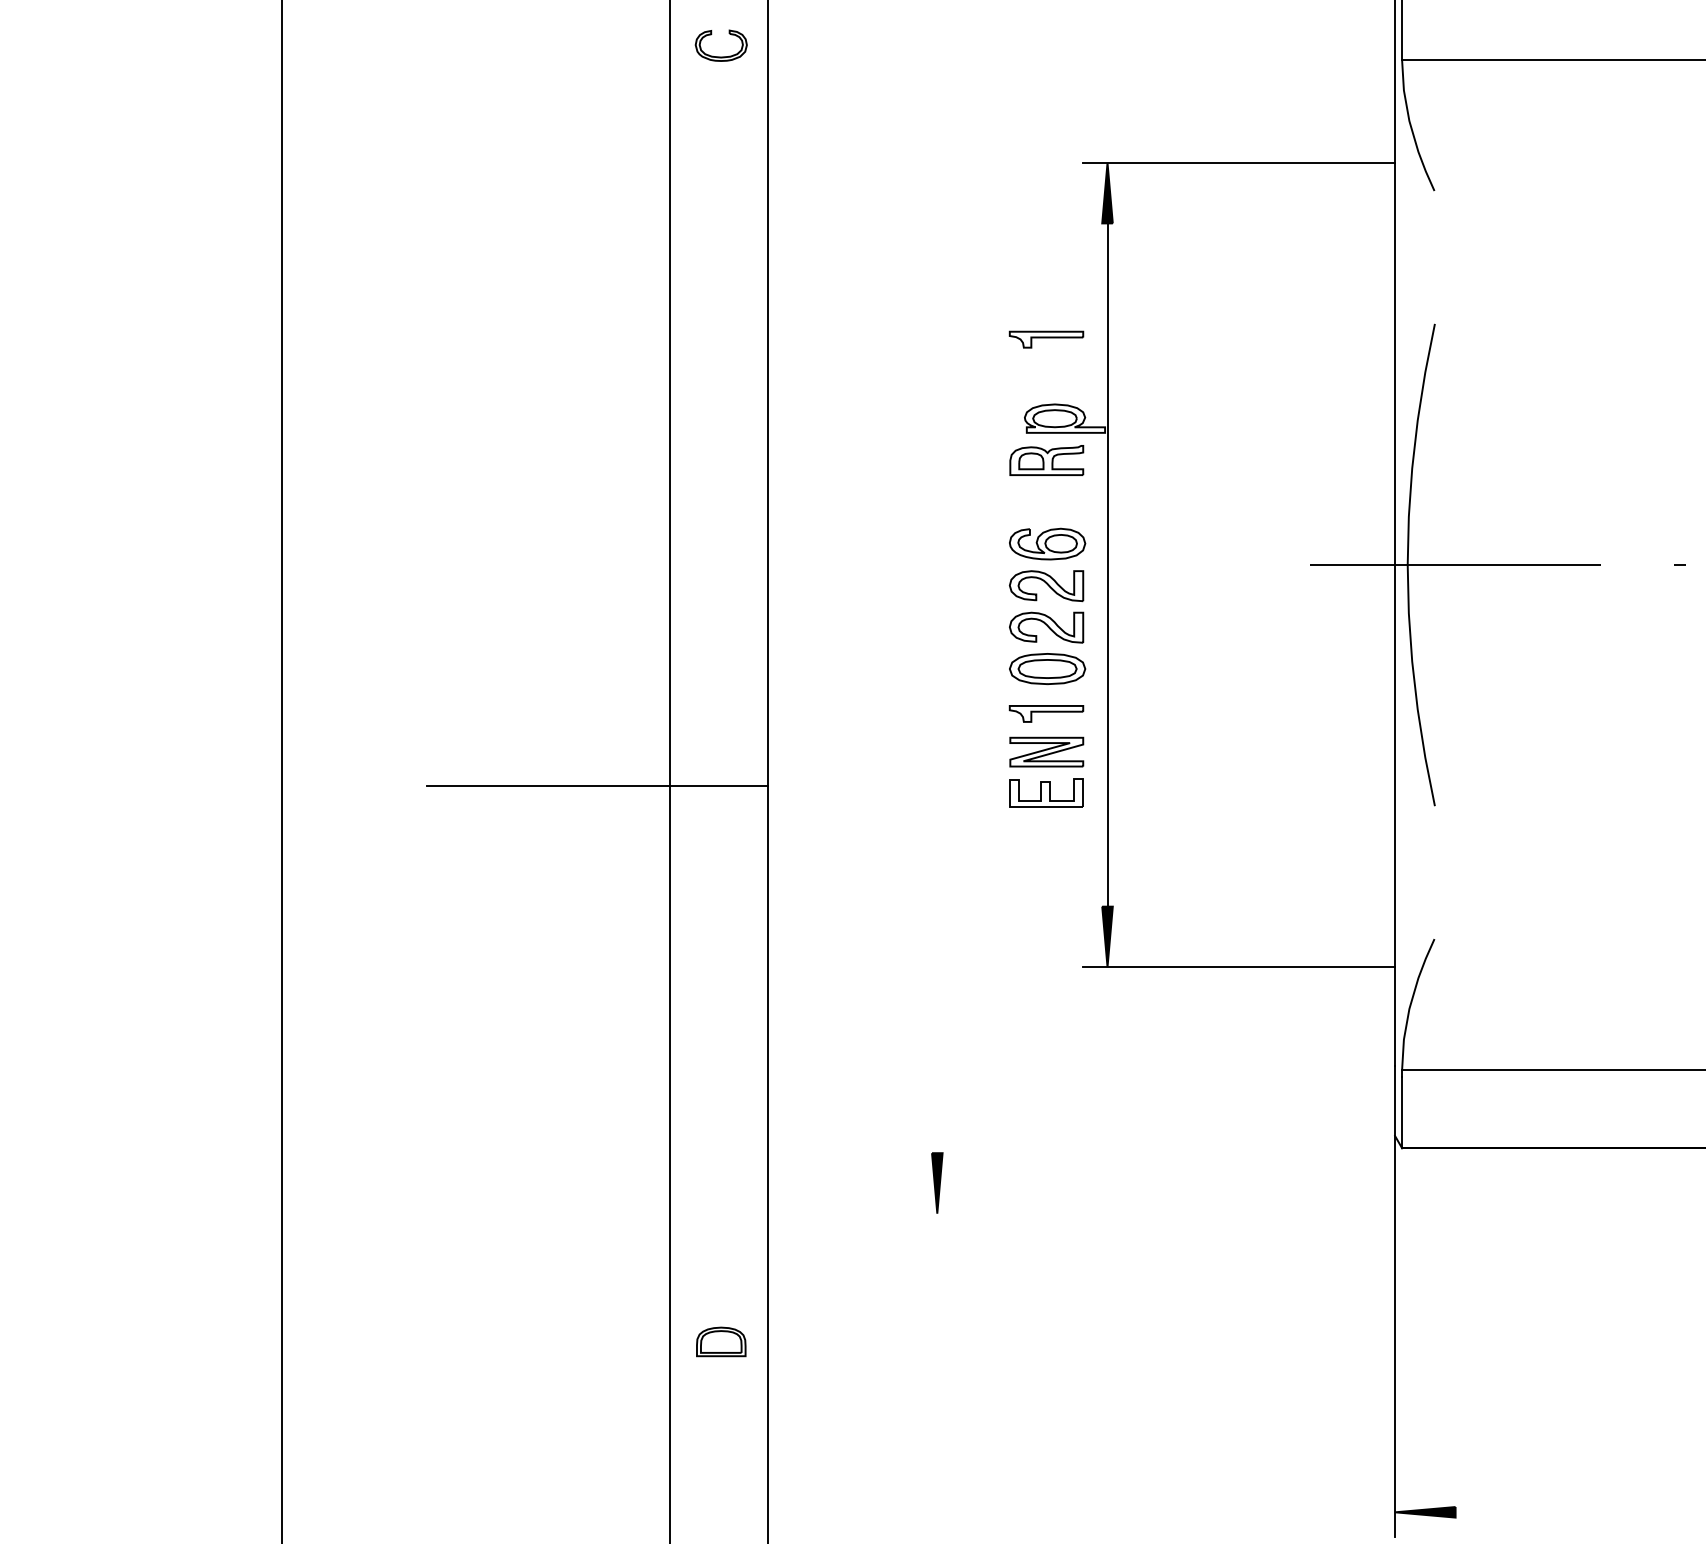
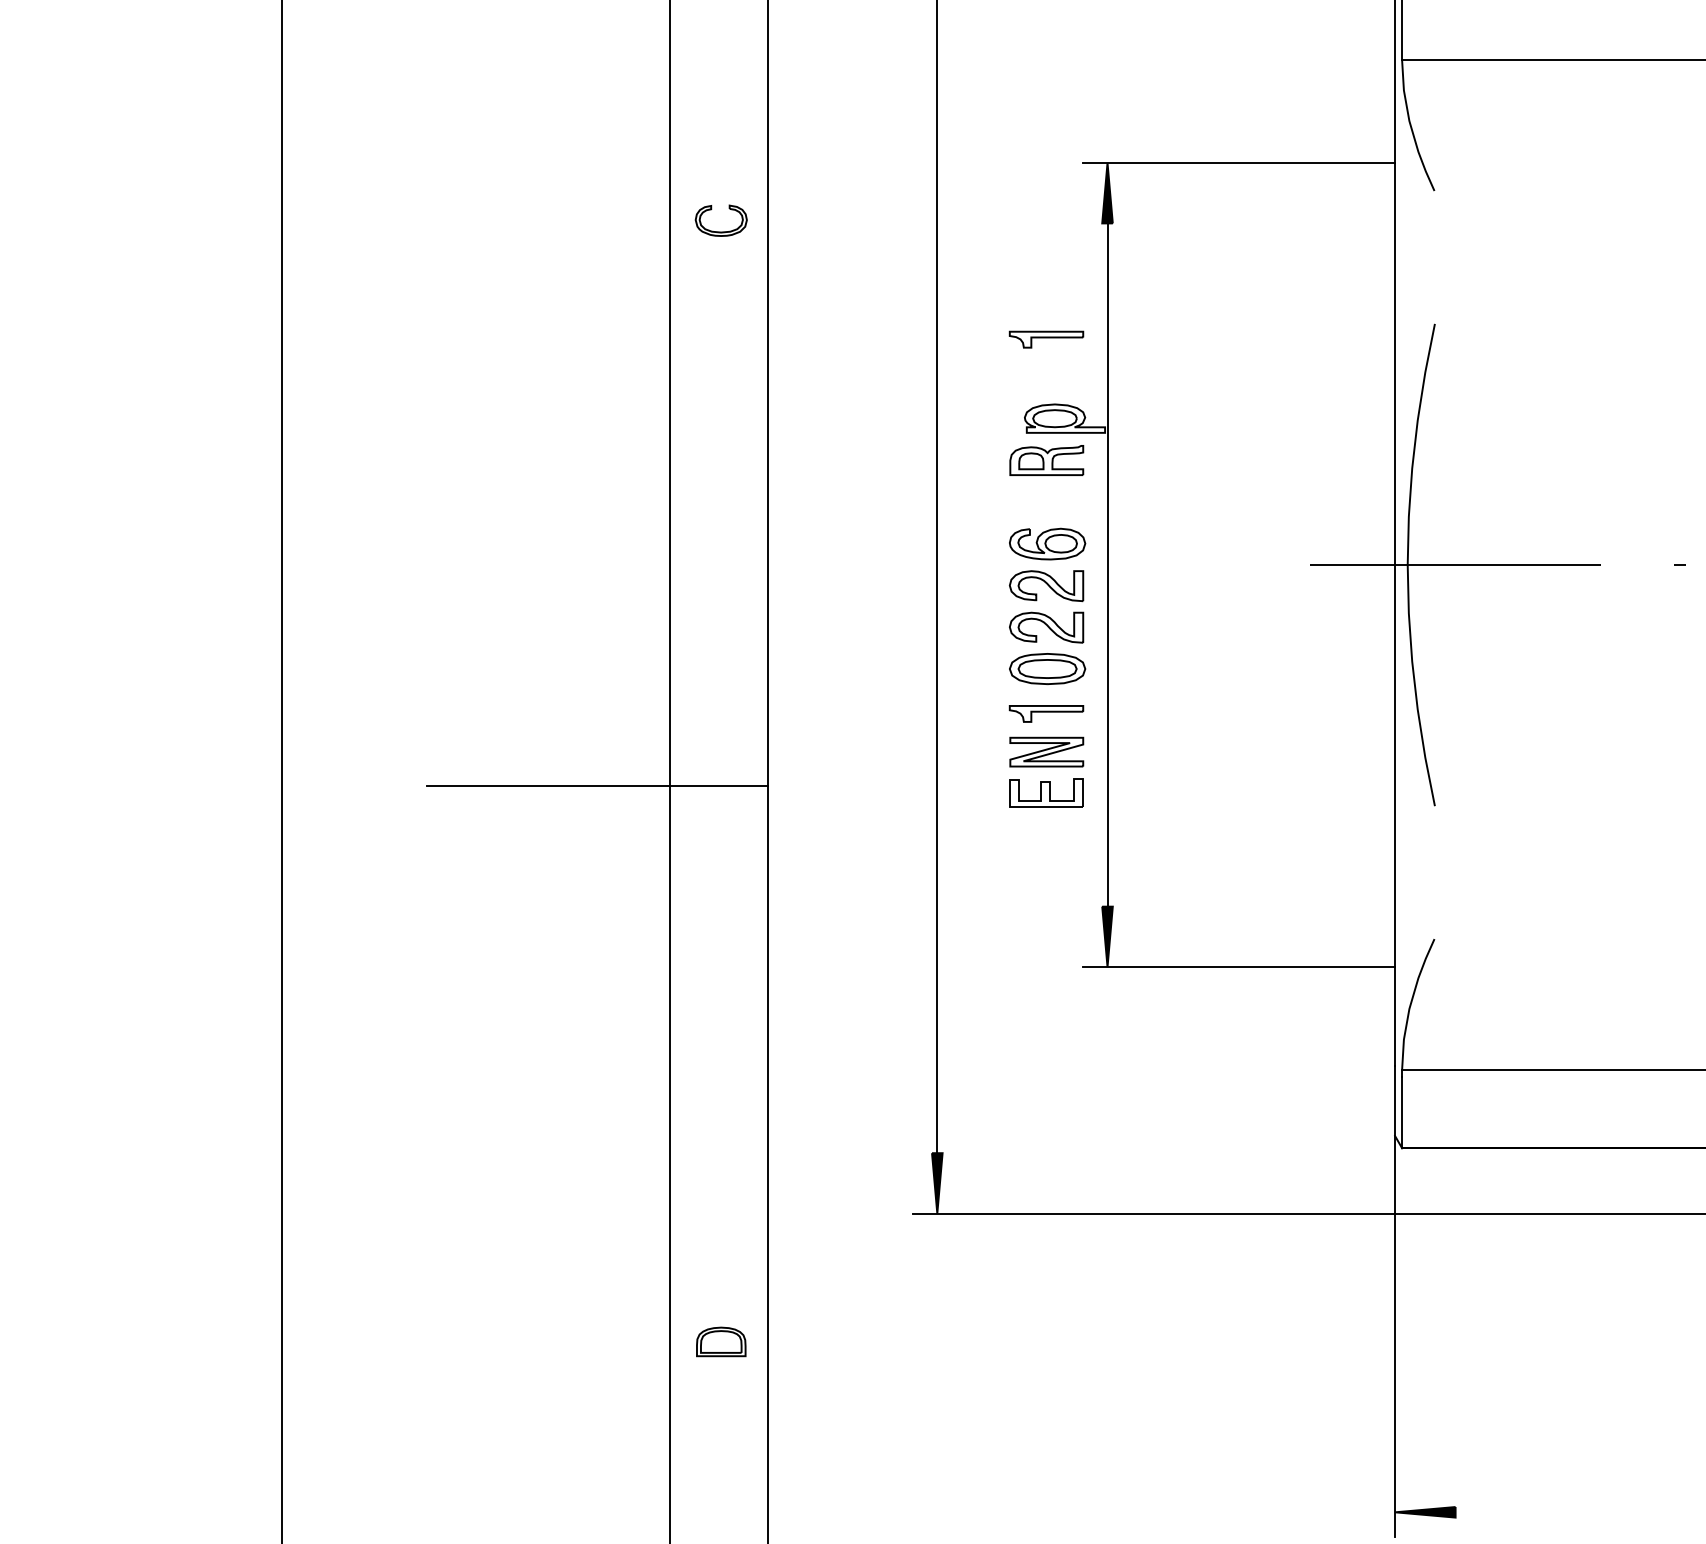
part at (720, 56) position: (720, 56) -> (720, 231)
line at (937, 577): none -> present
line at (1307, 1213): none -> present
